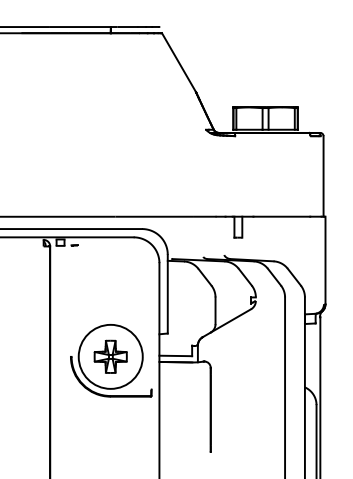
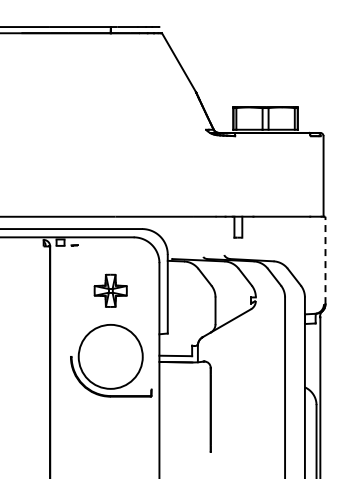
line at (325, 260): solid -> dashed
part at (110, 356) position: (110, 356) -> (110, 290)
